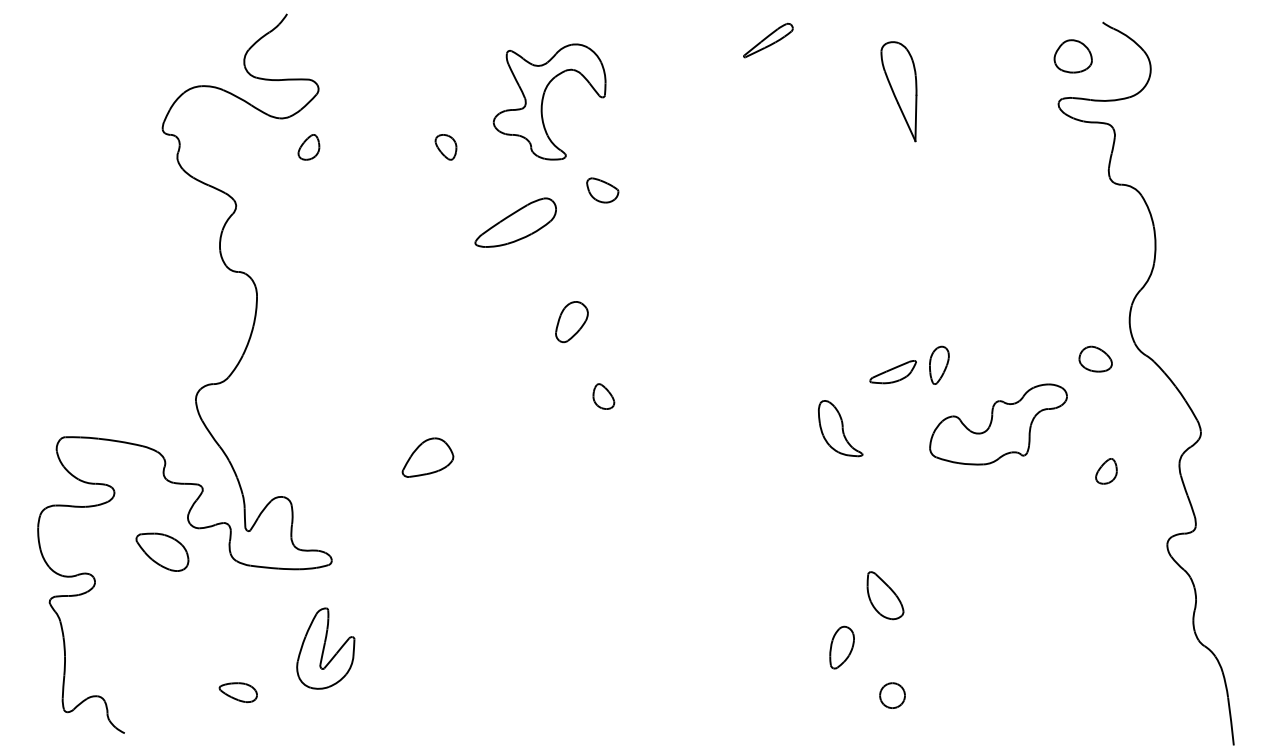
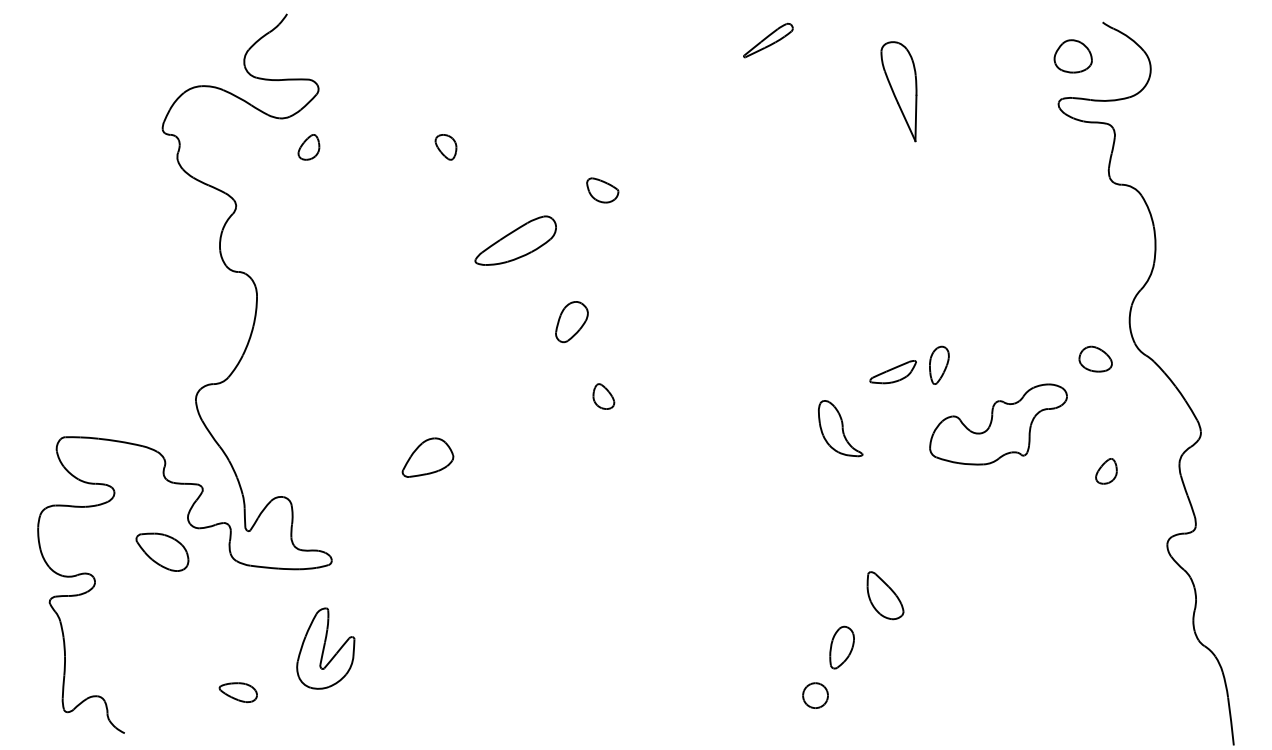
part at (549, 101): present -> none
part at (515, 222) position: (515, 222) -> (515, 240)
part at (892, 695) position: (892, 695) -> (815, 695)
